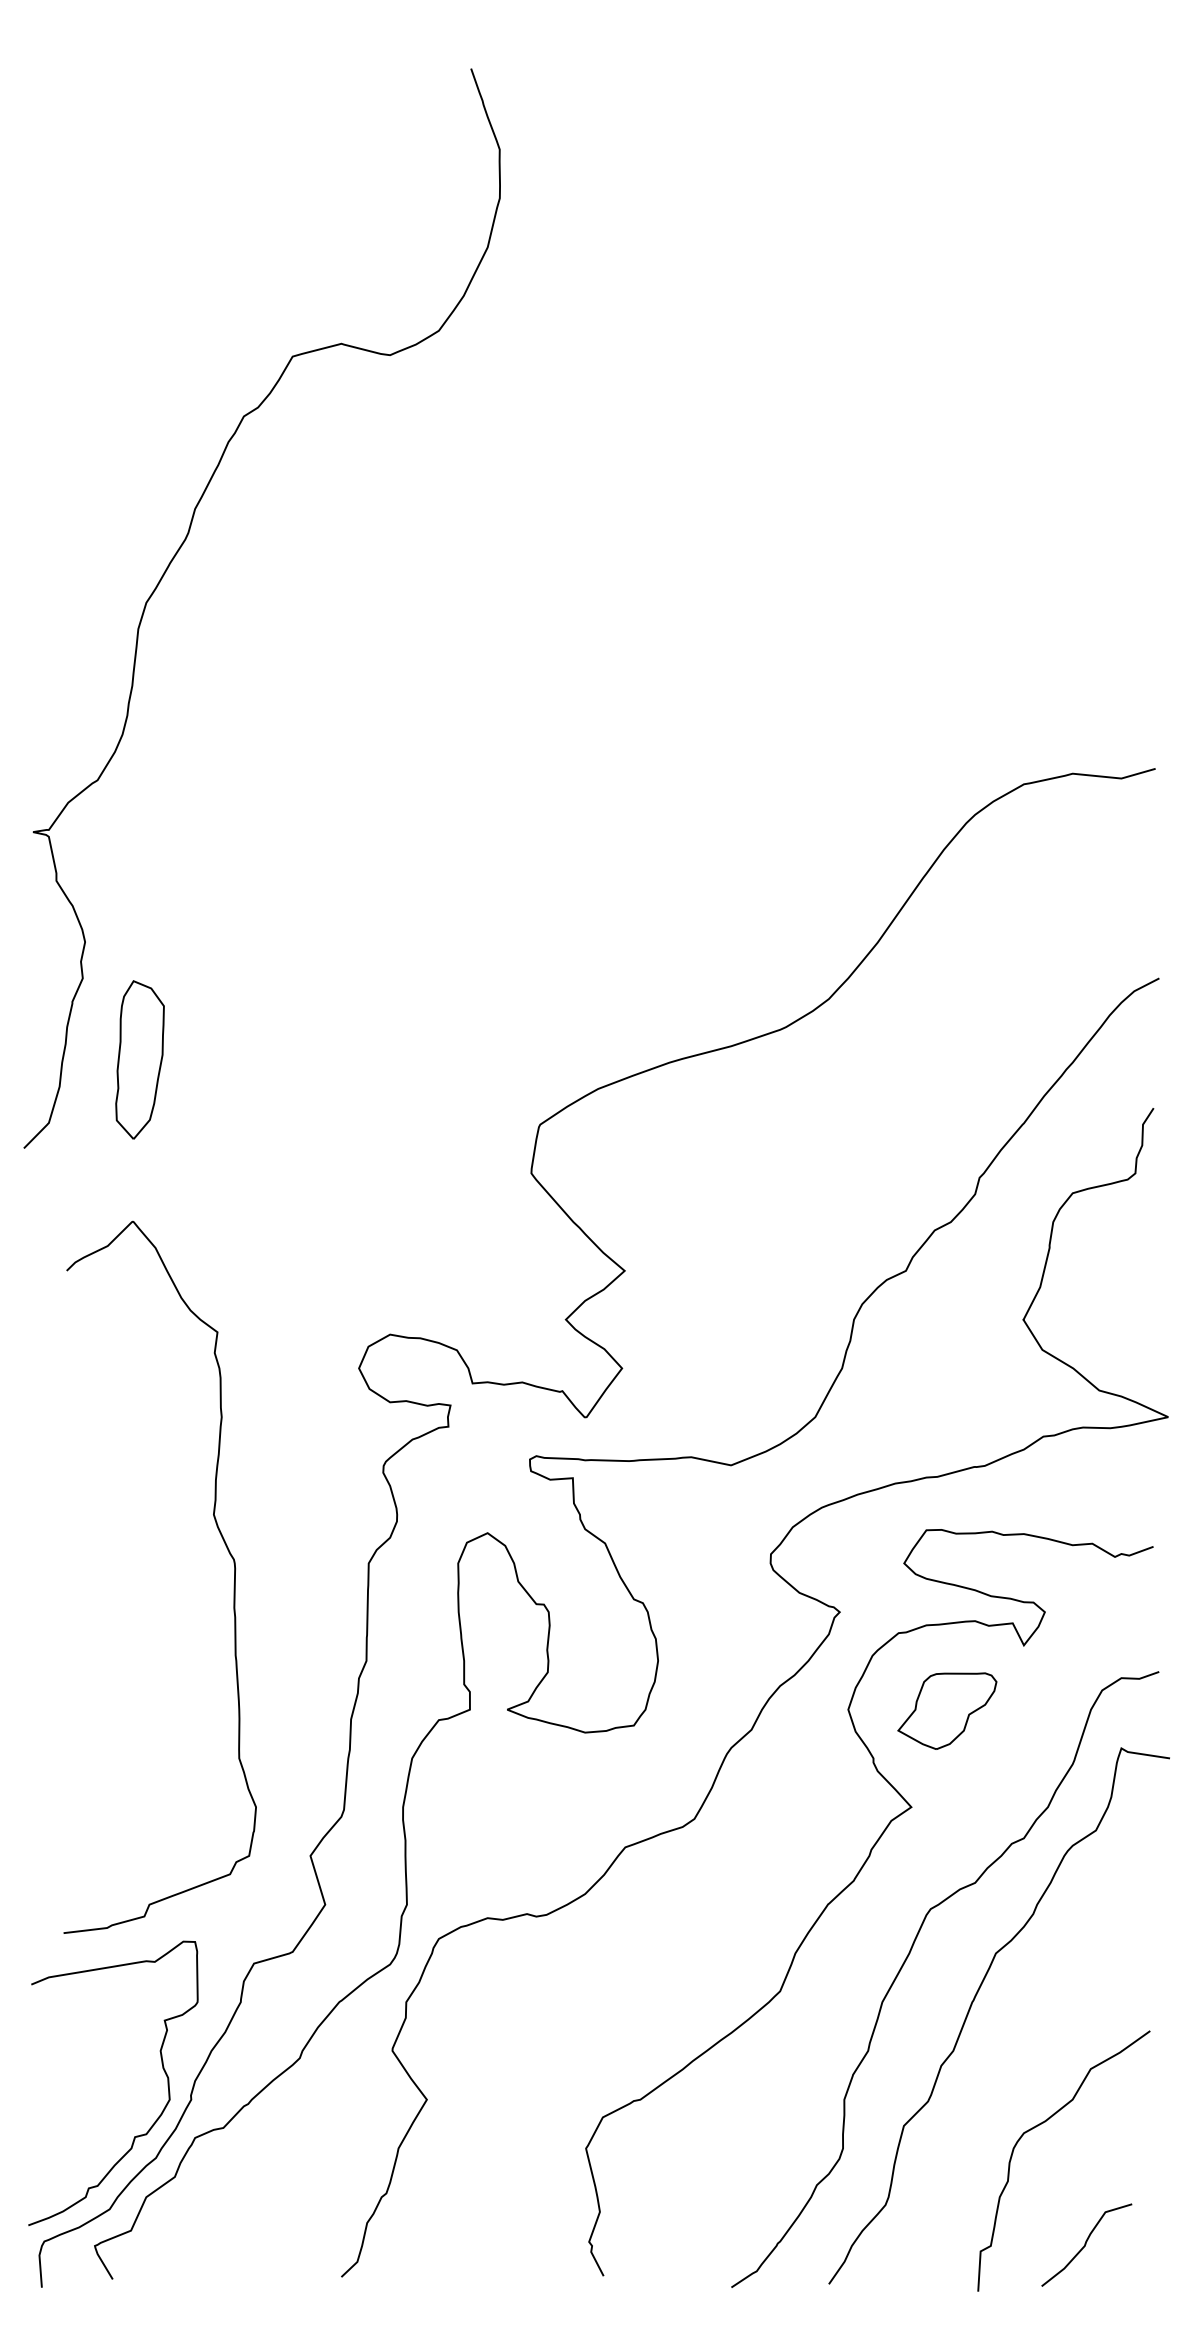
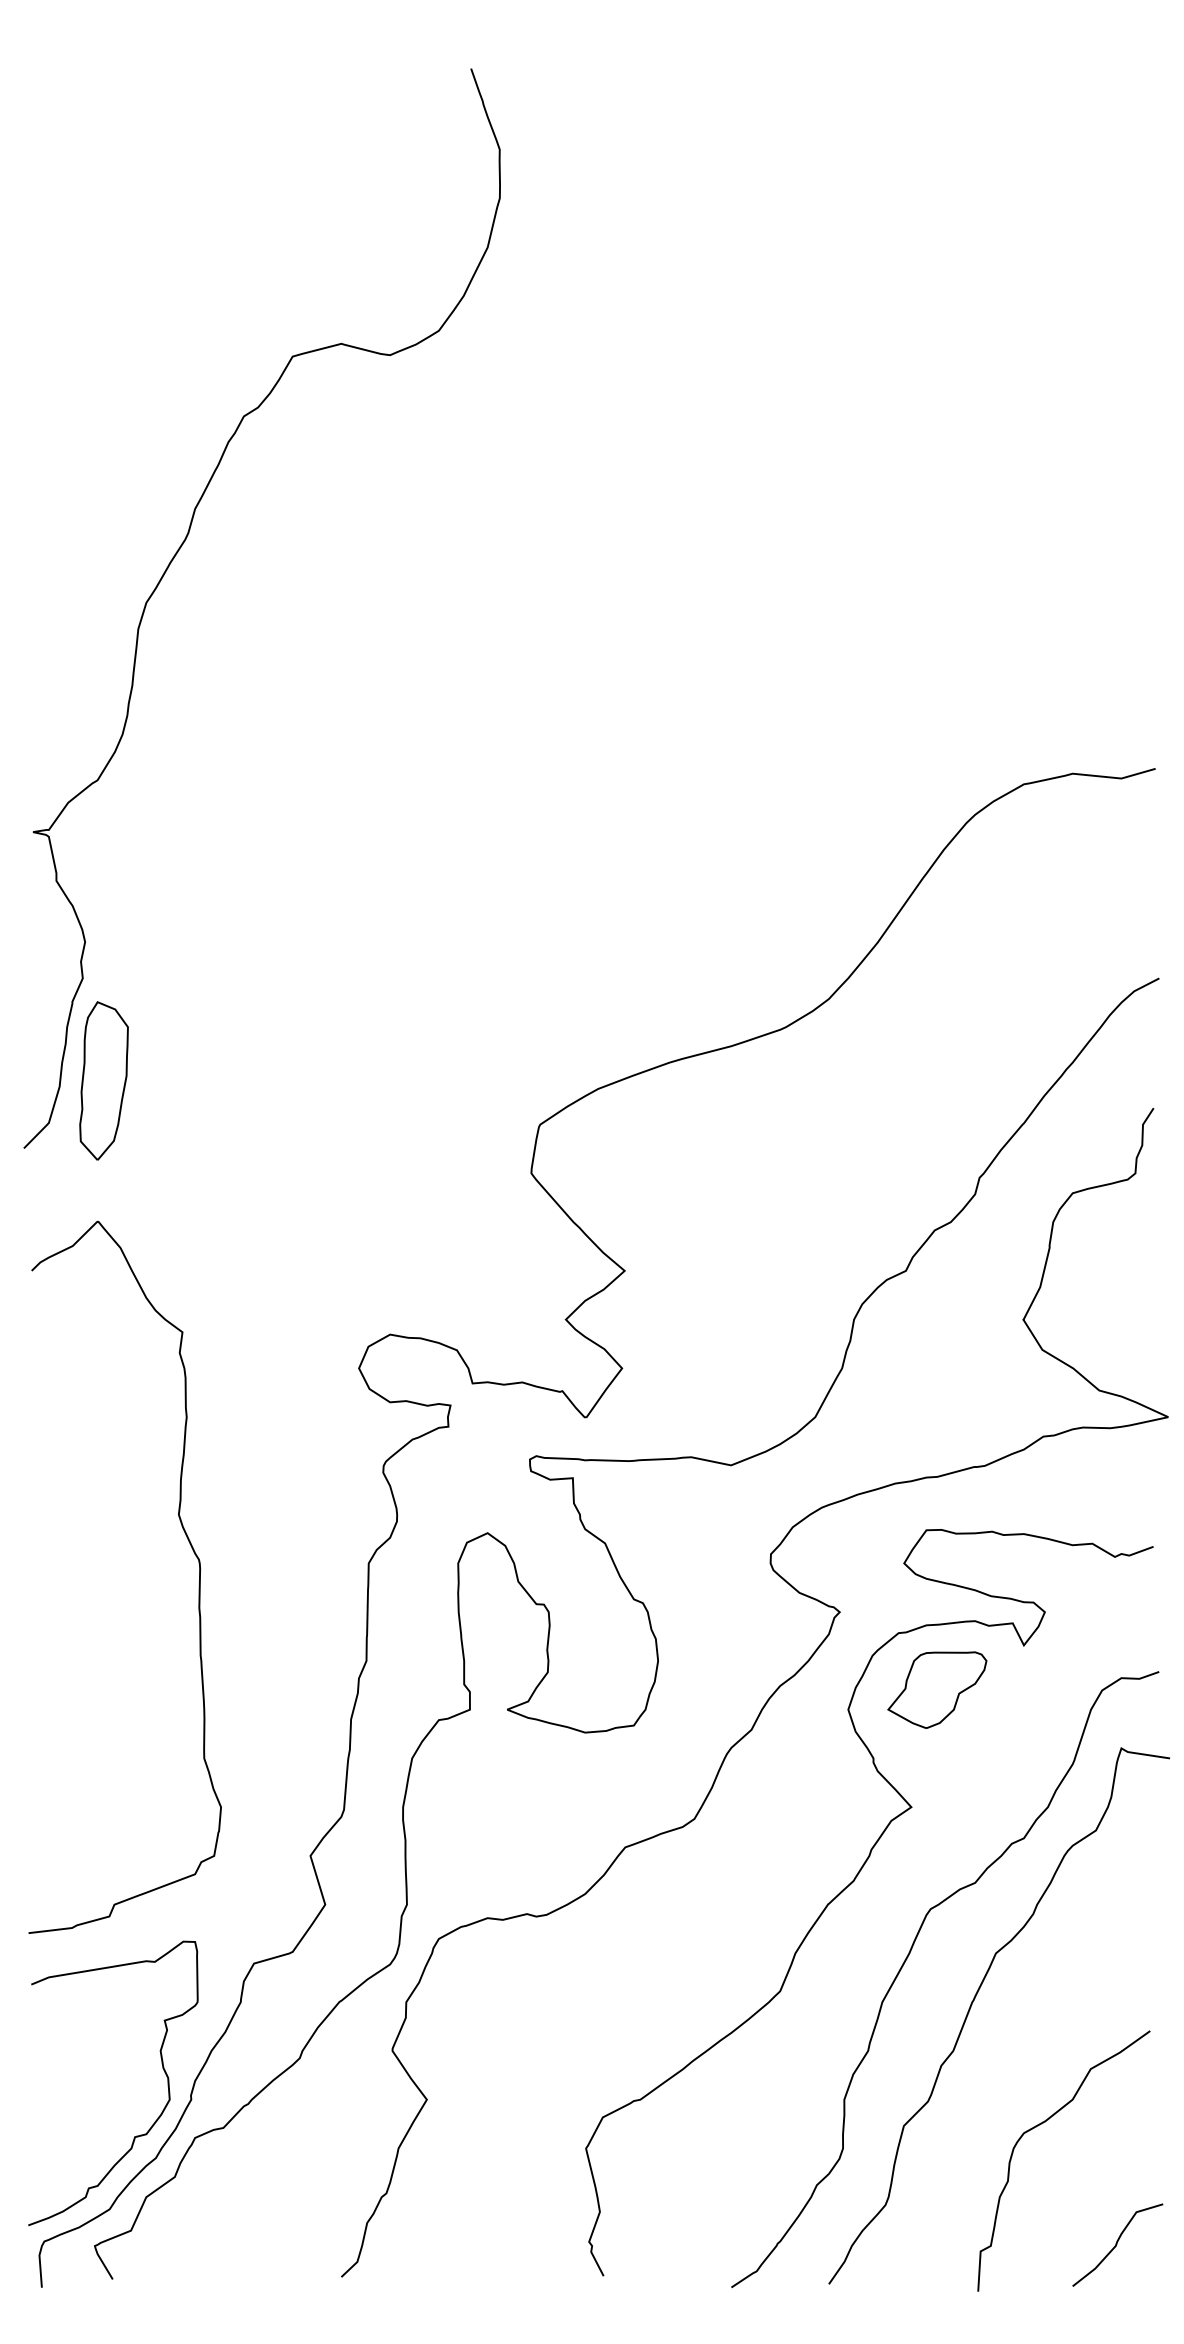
part at (139, 1059) position: (139, 1059) -> (103, 1080)
curve at (225, 1546) position: (225, 1546) -> (190, 1546)
part at (947, 1710) position: (947, 1710) -> (937, 1689)
curve at (1086, 2244) position: (1086, 2244) -> (1117, 2244)
